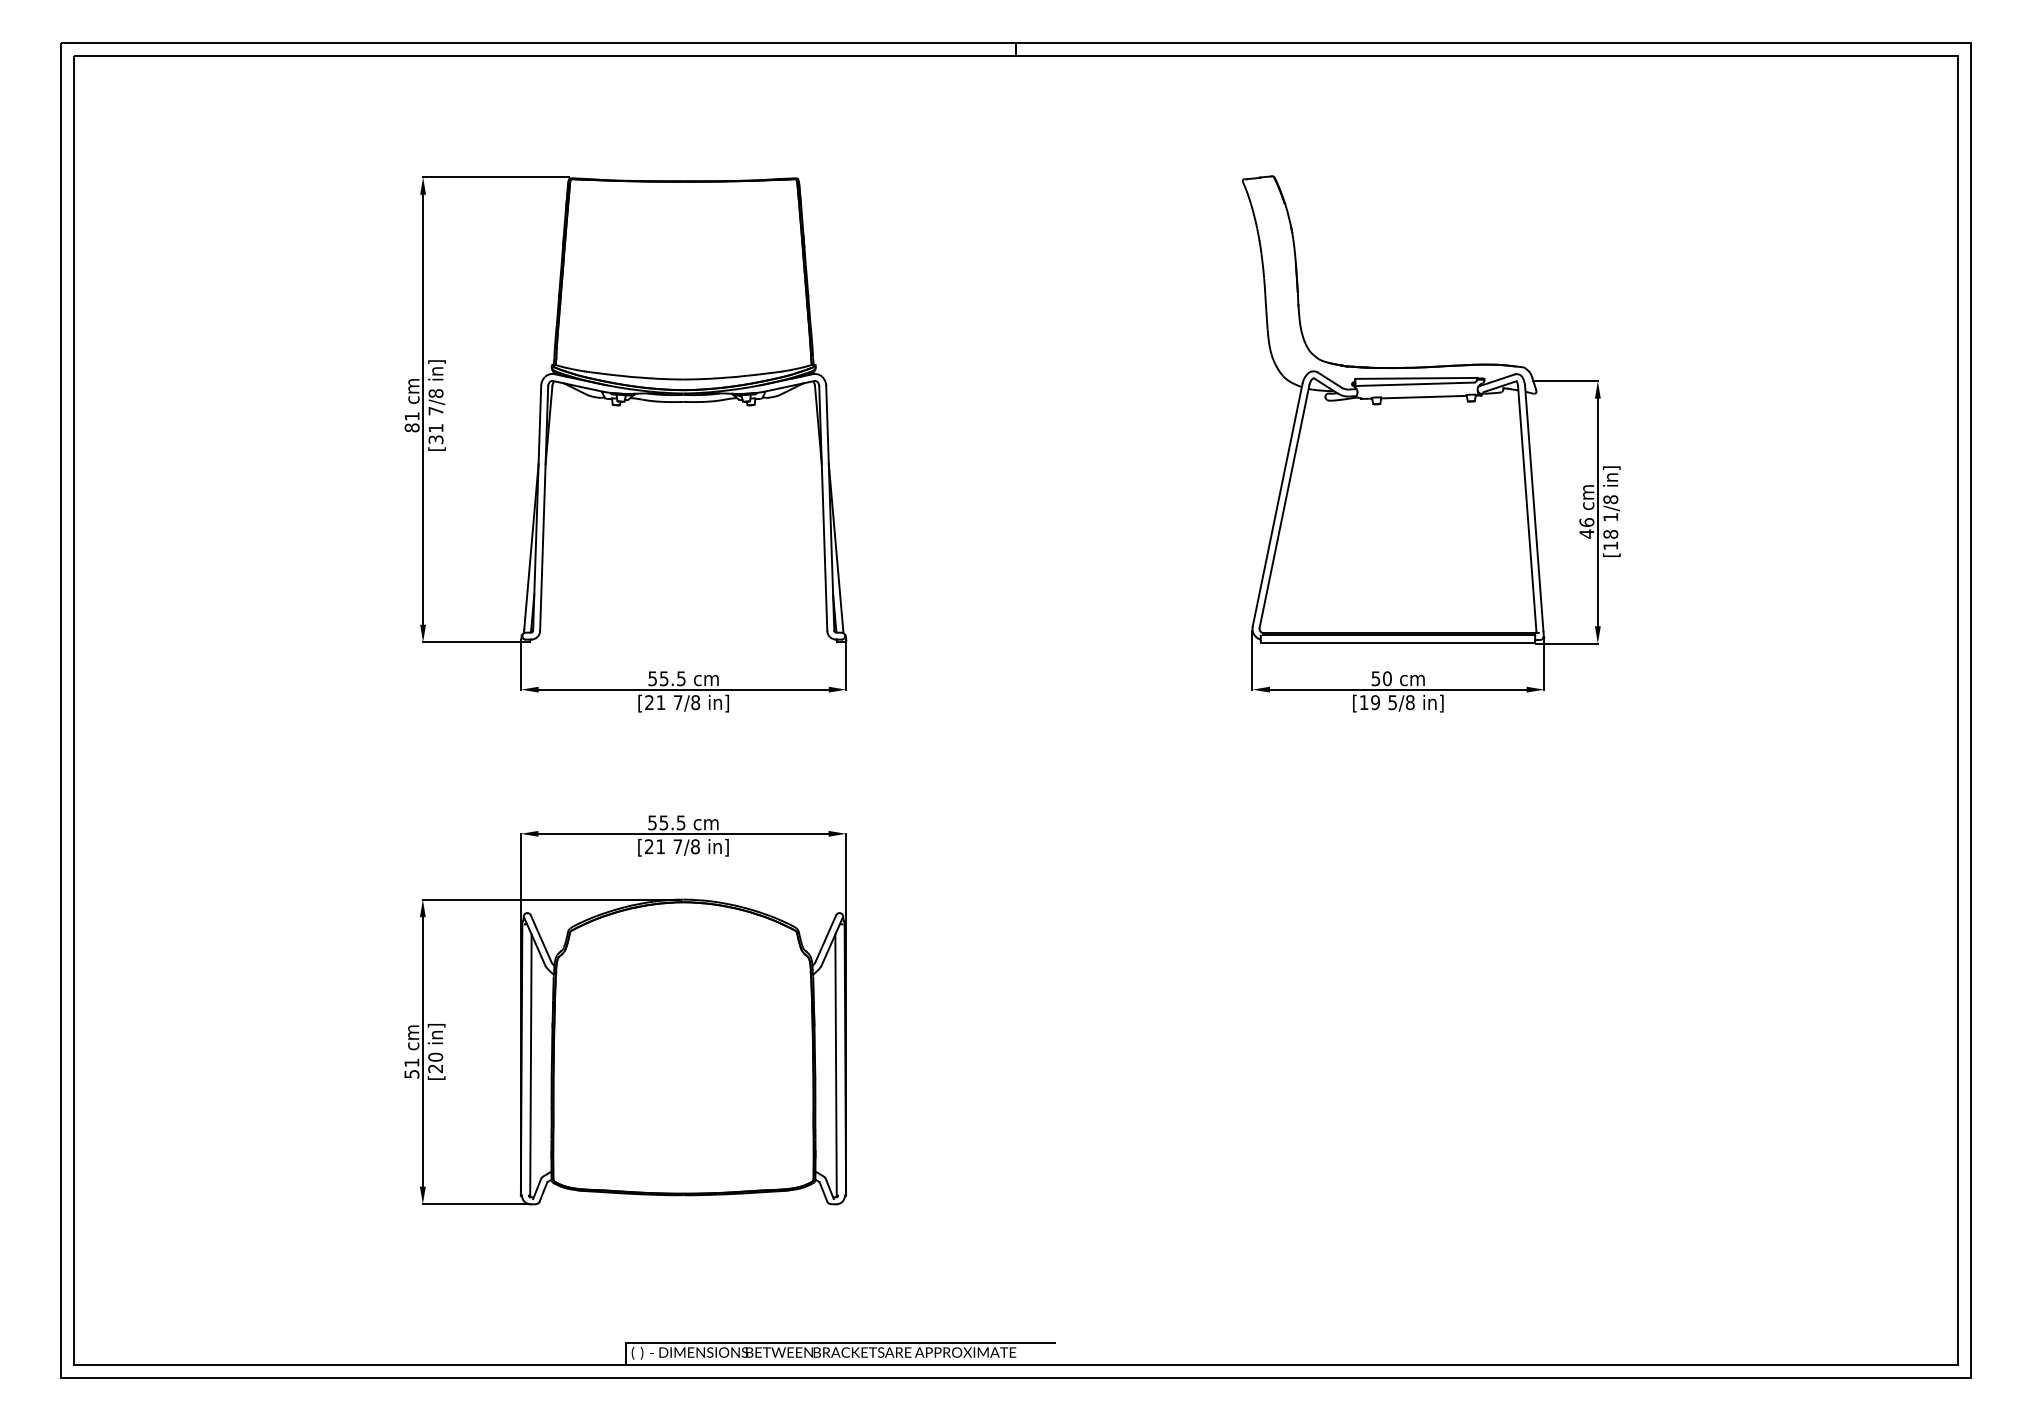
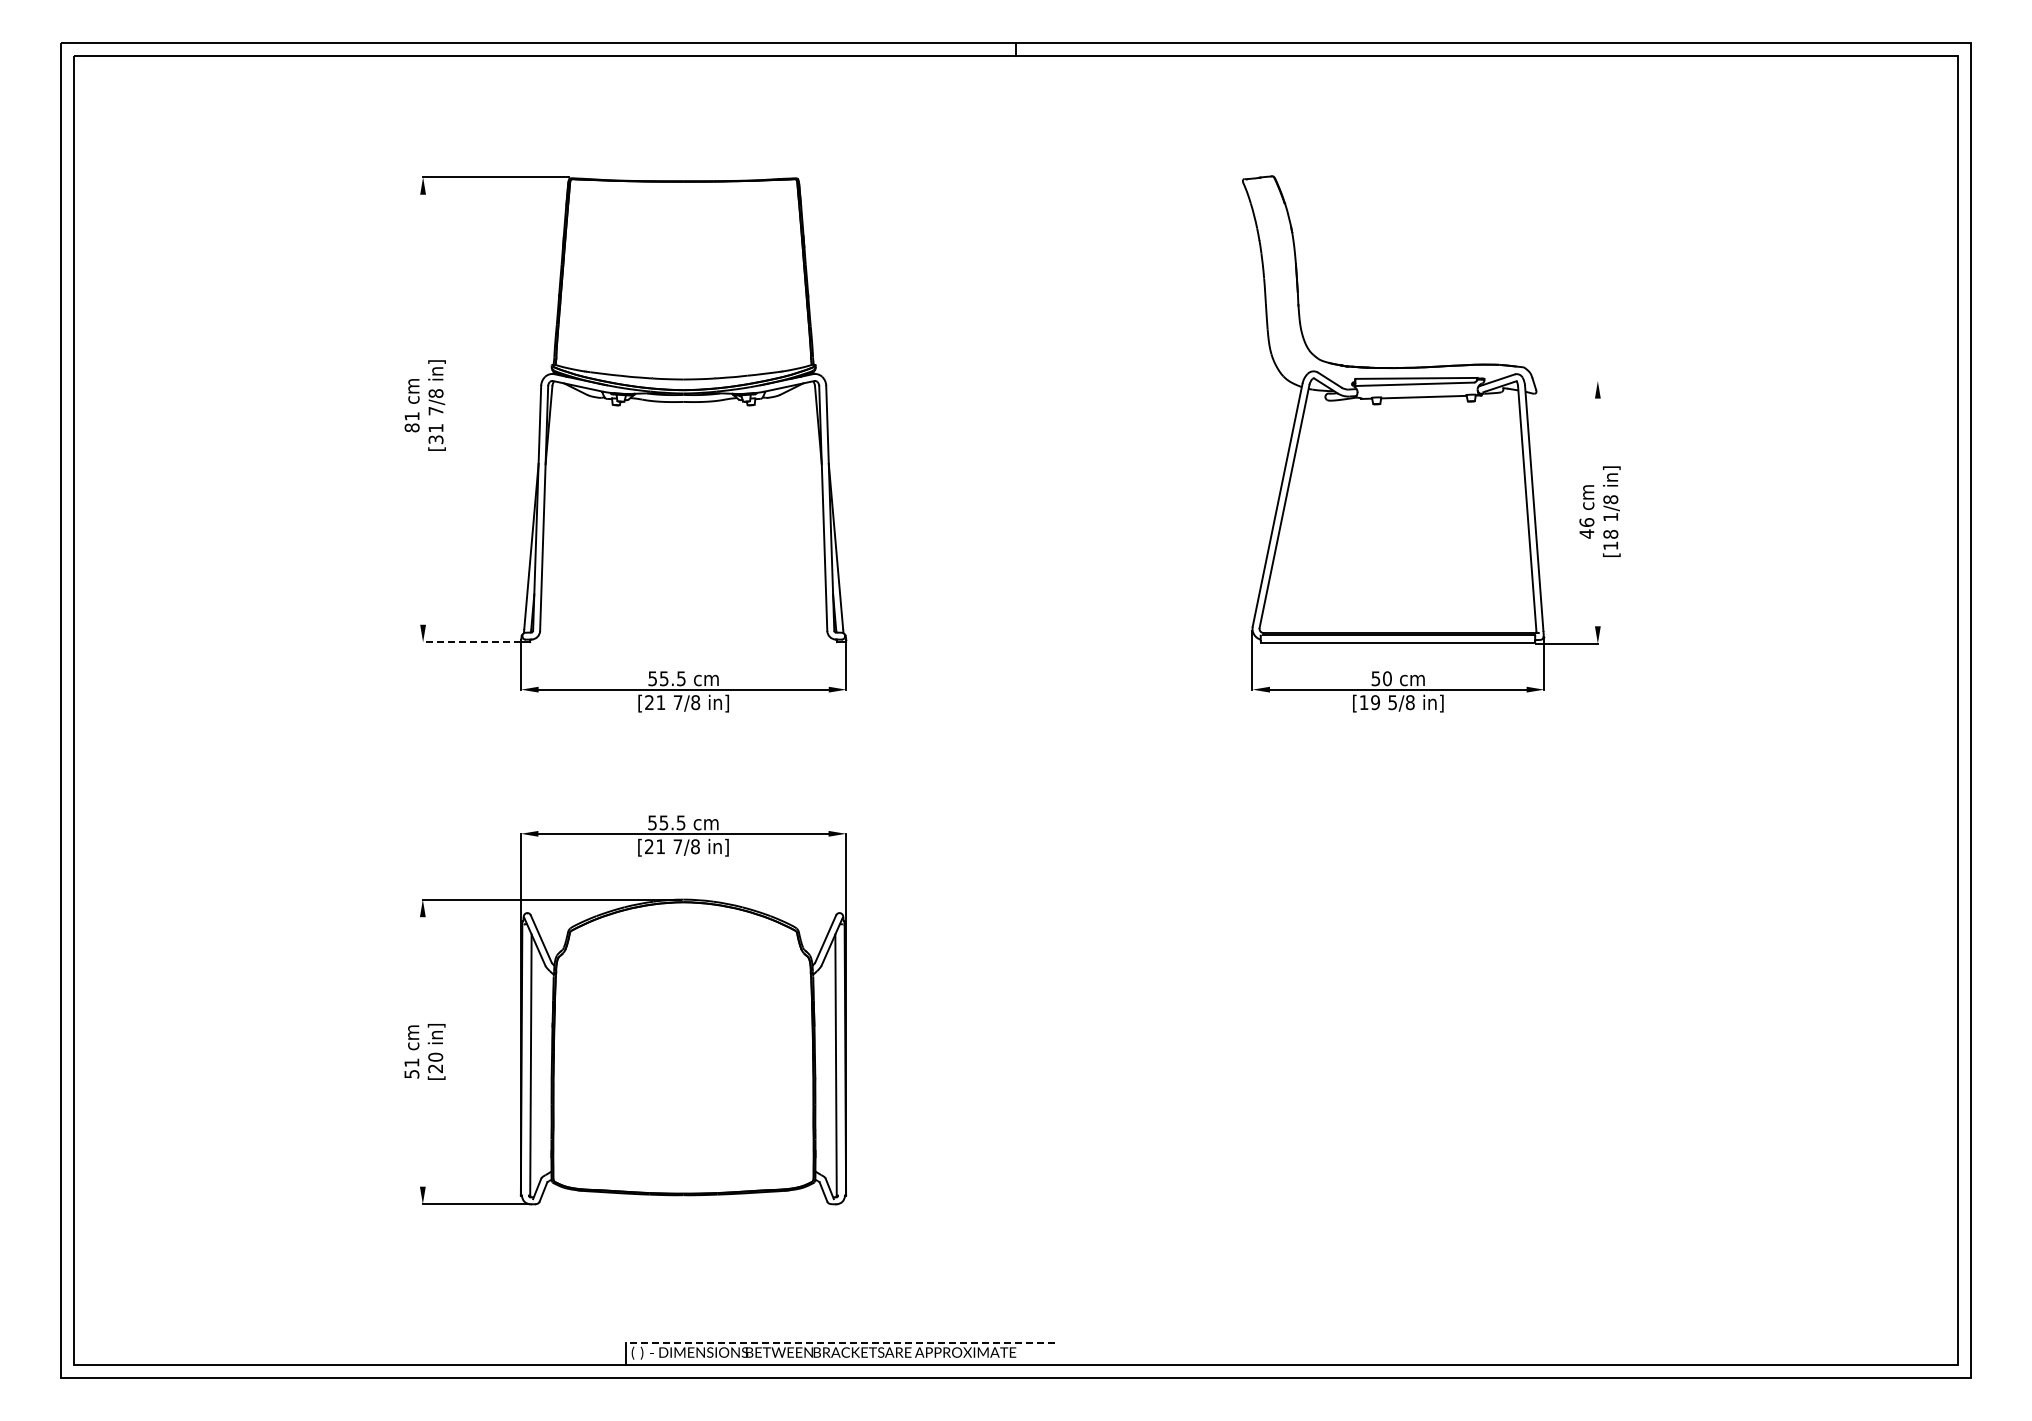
line at (1565, 381): present -> none
line at (423, 409): present -> none
line at (1597, 512): present -> none
line at (471, 642): solid -> dashed
line at (422, 1051): present -> none
line at (840, 1342): solid -> dashed
